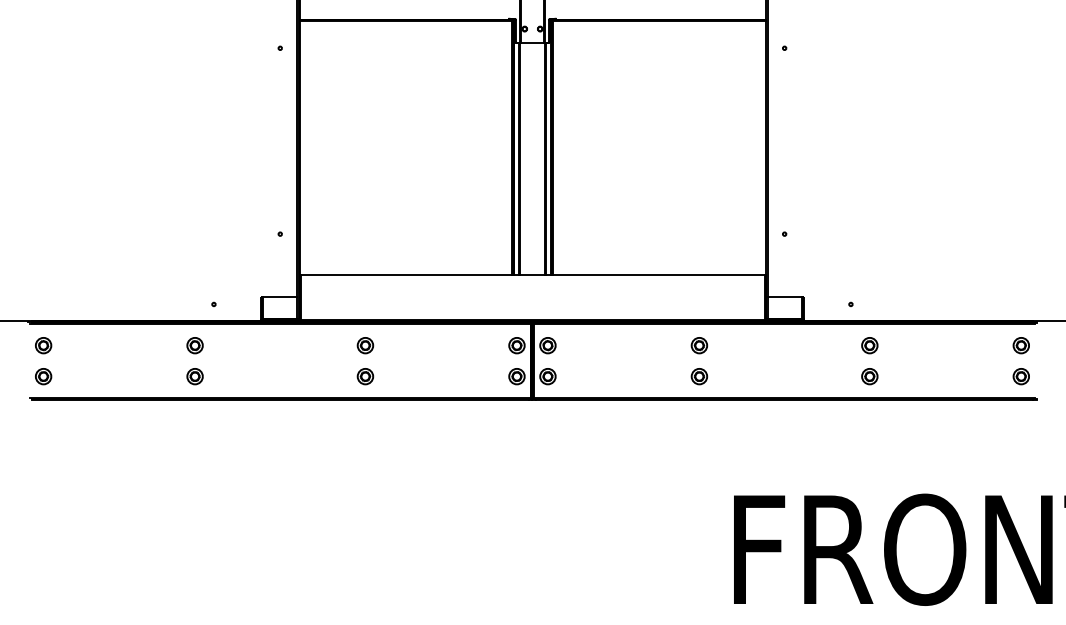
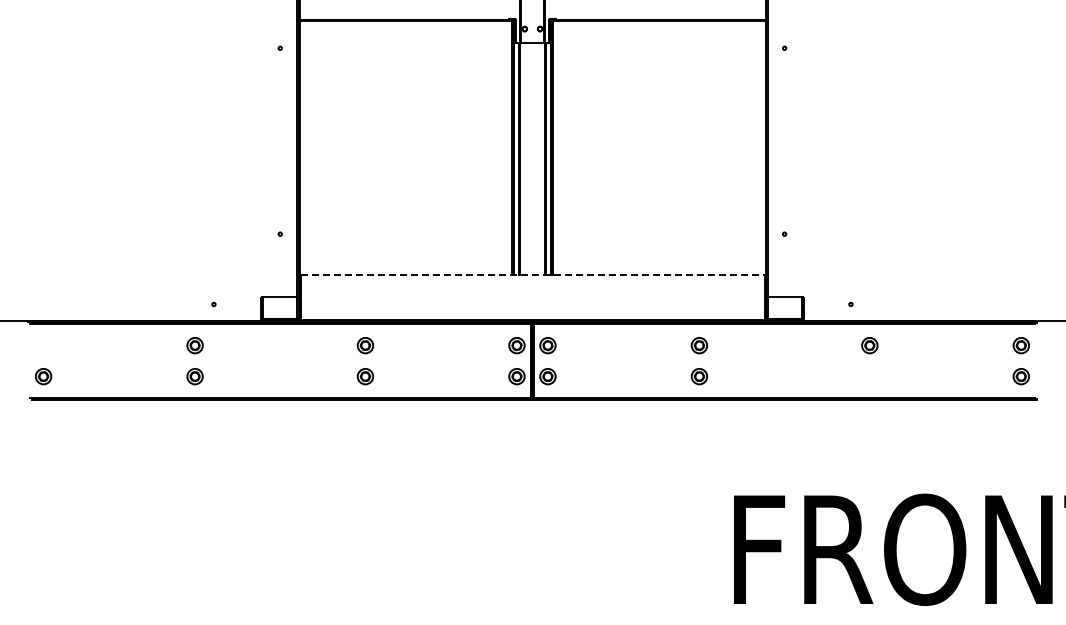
line at (532, 274): solid -> dashed
part at (43, 345): present -> none
part at (869, 376): present -> none
